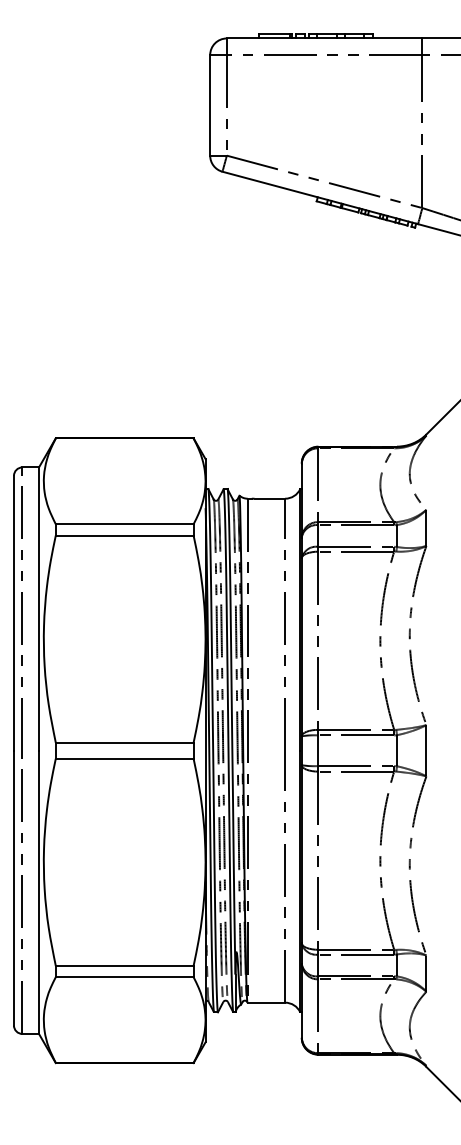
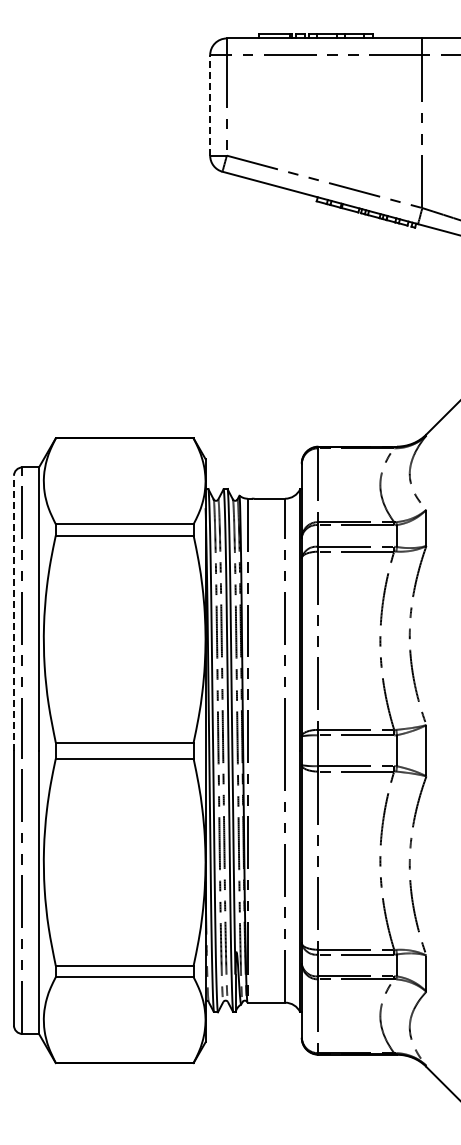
line at (210, 104): solid -> dashed
line at (14, 612): solid -> dashed
